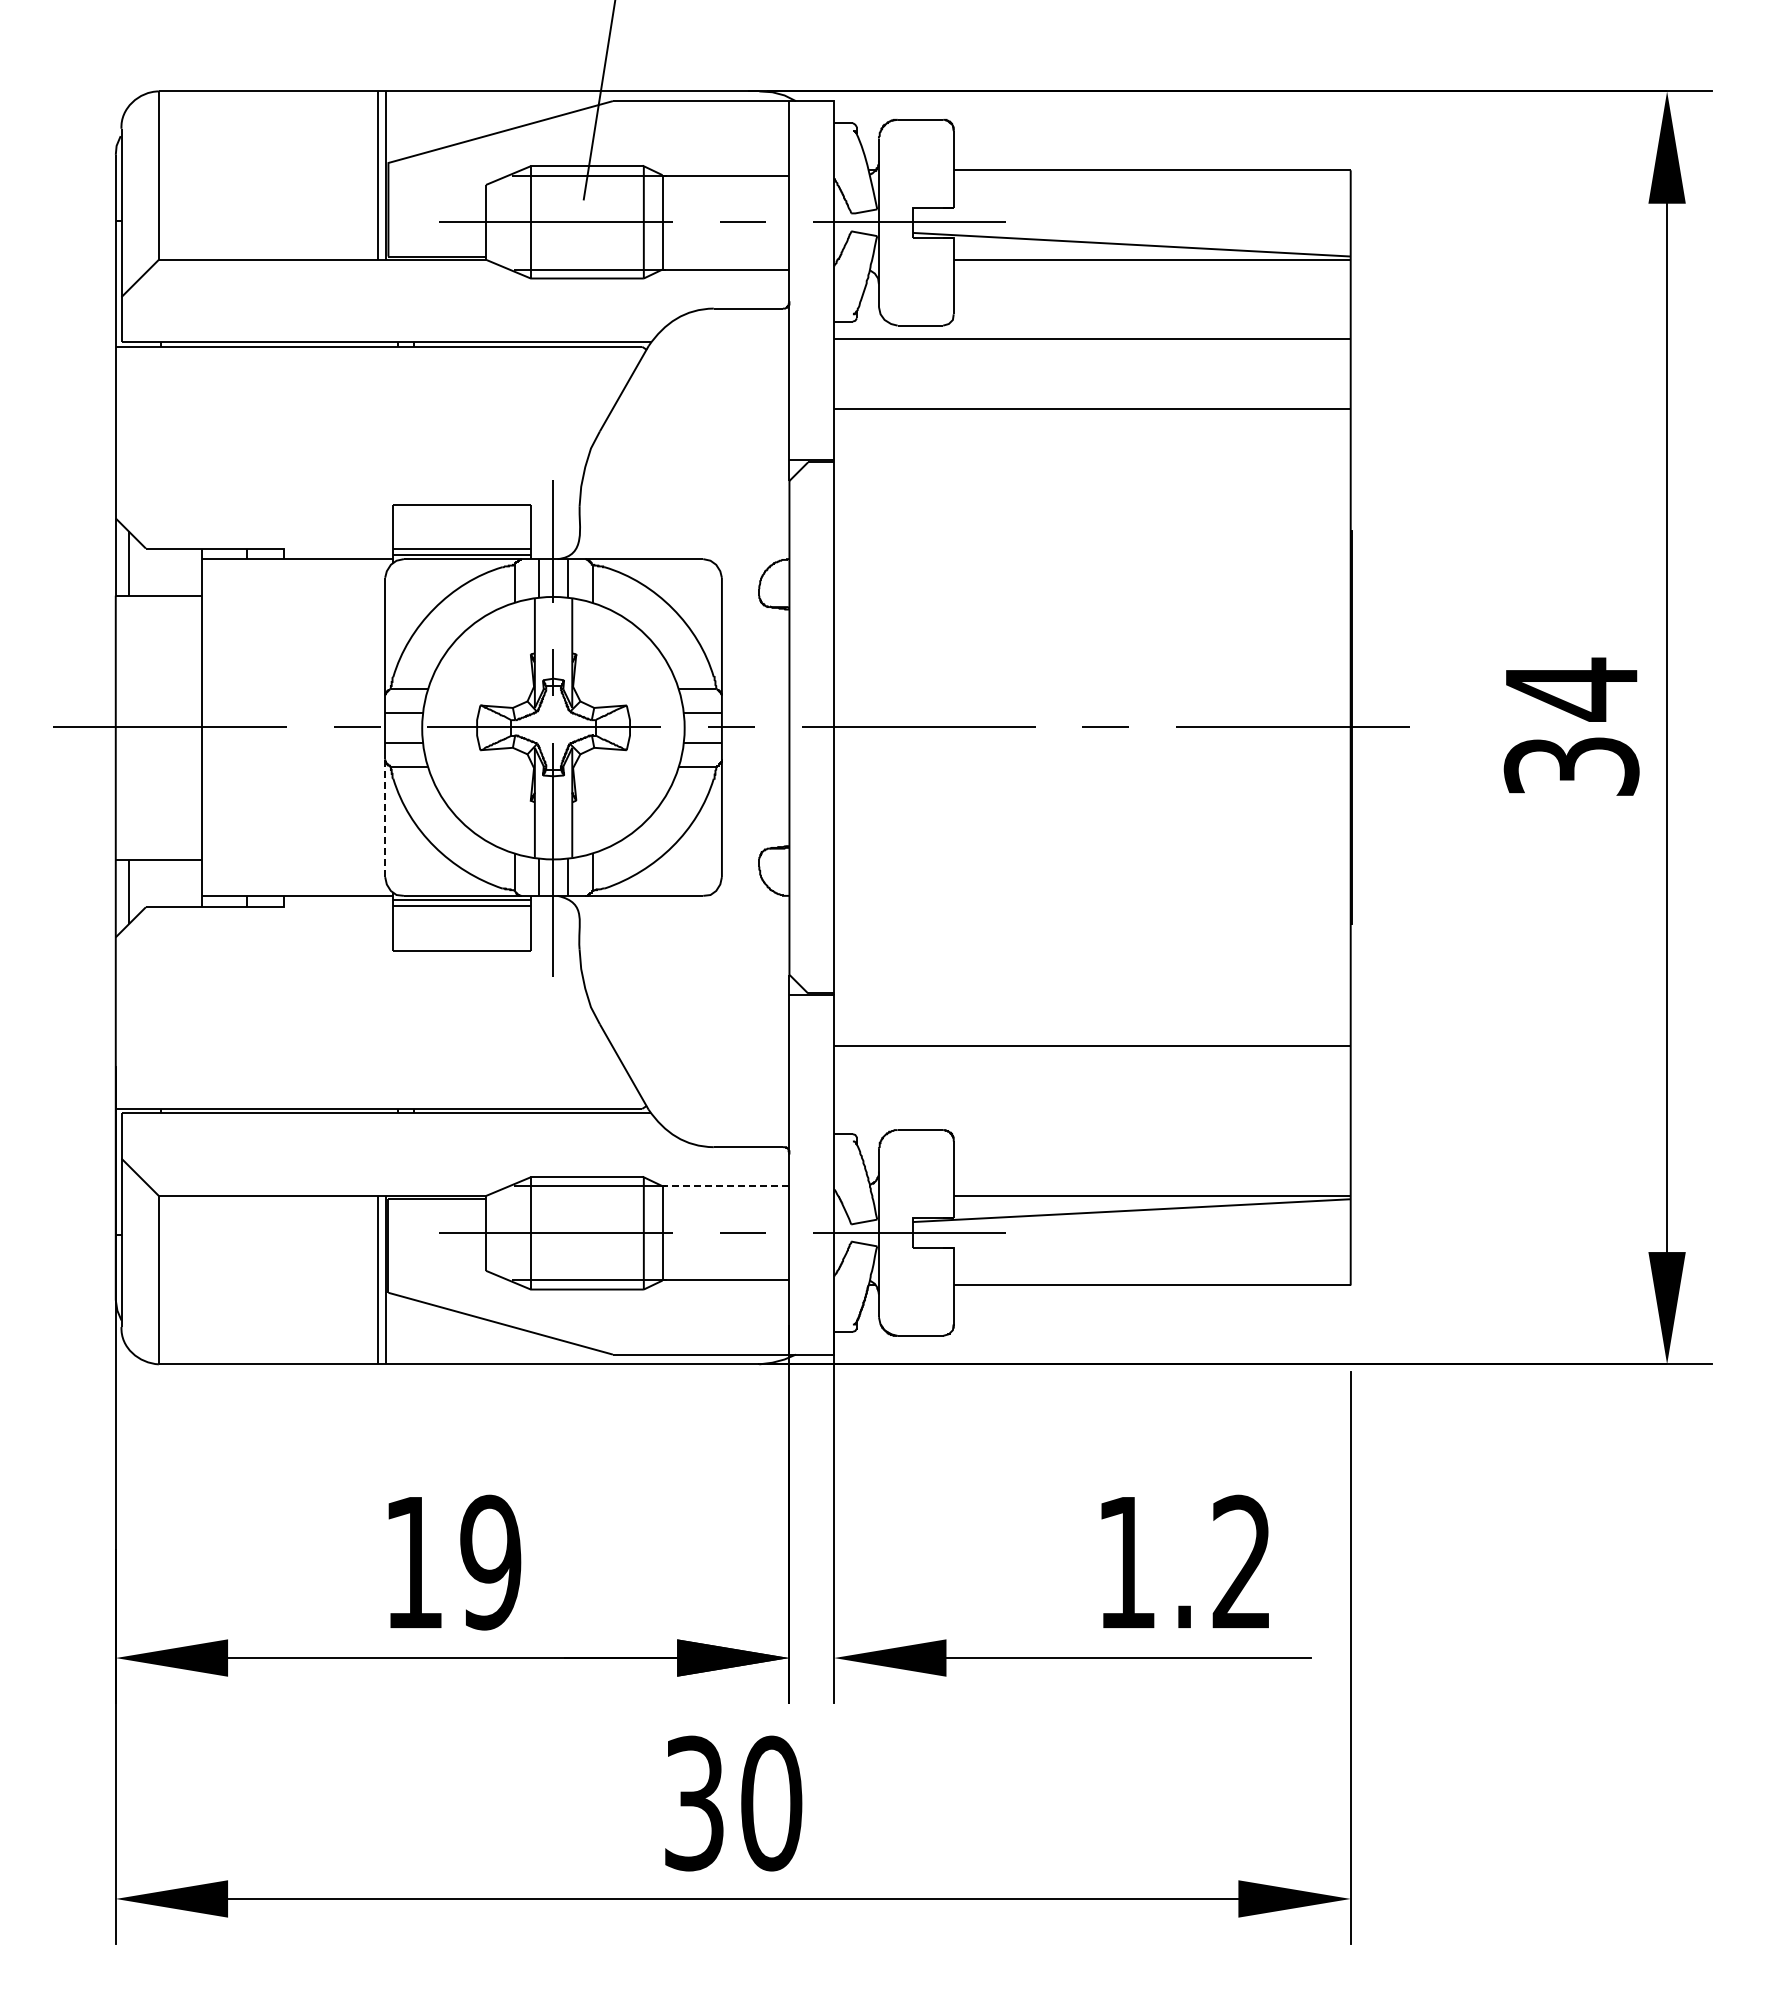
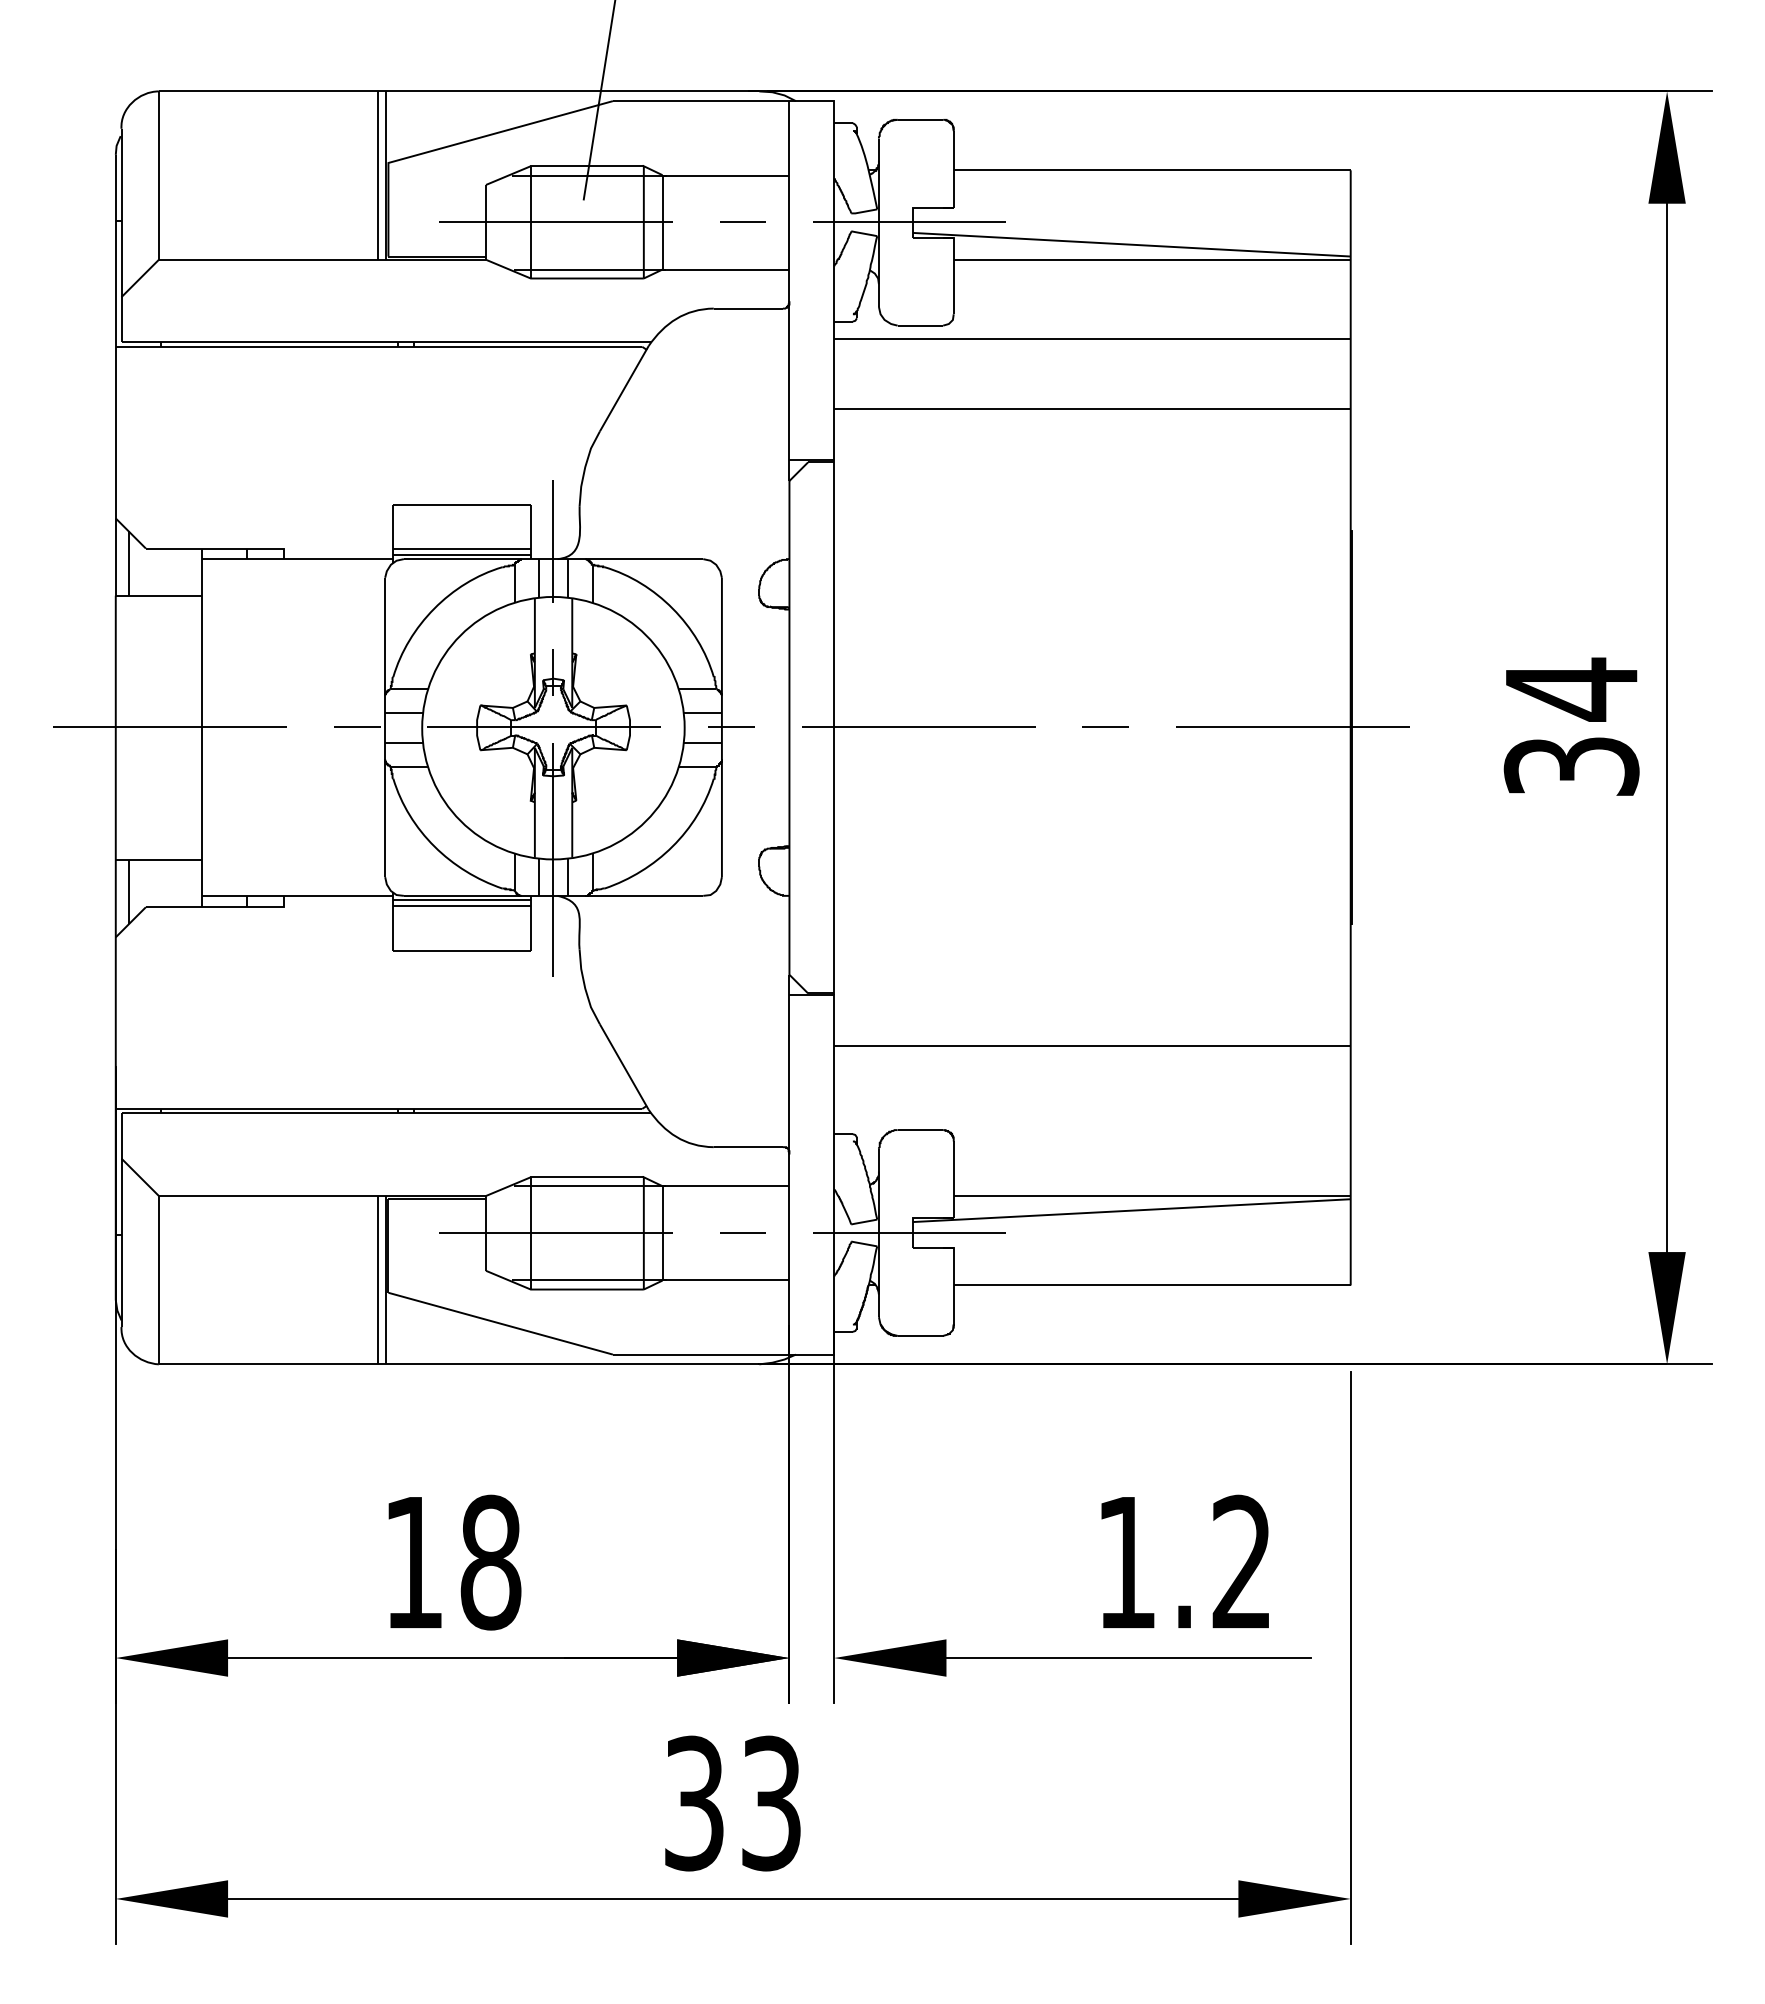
line at (385, 818): dashed -> solid
line at (725, 1186): dashed -> solid
text at (490, 1562): 19 -> 18
text at (771, 1803): 30 -> 33
